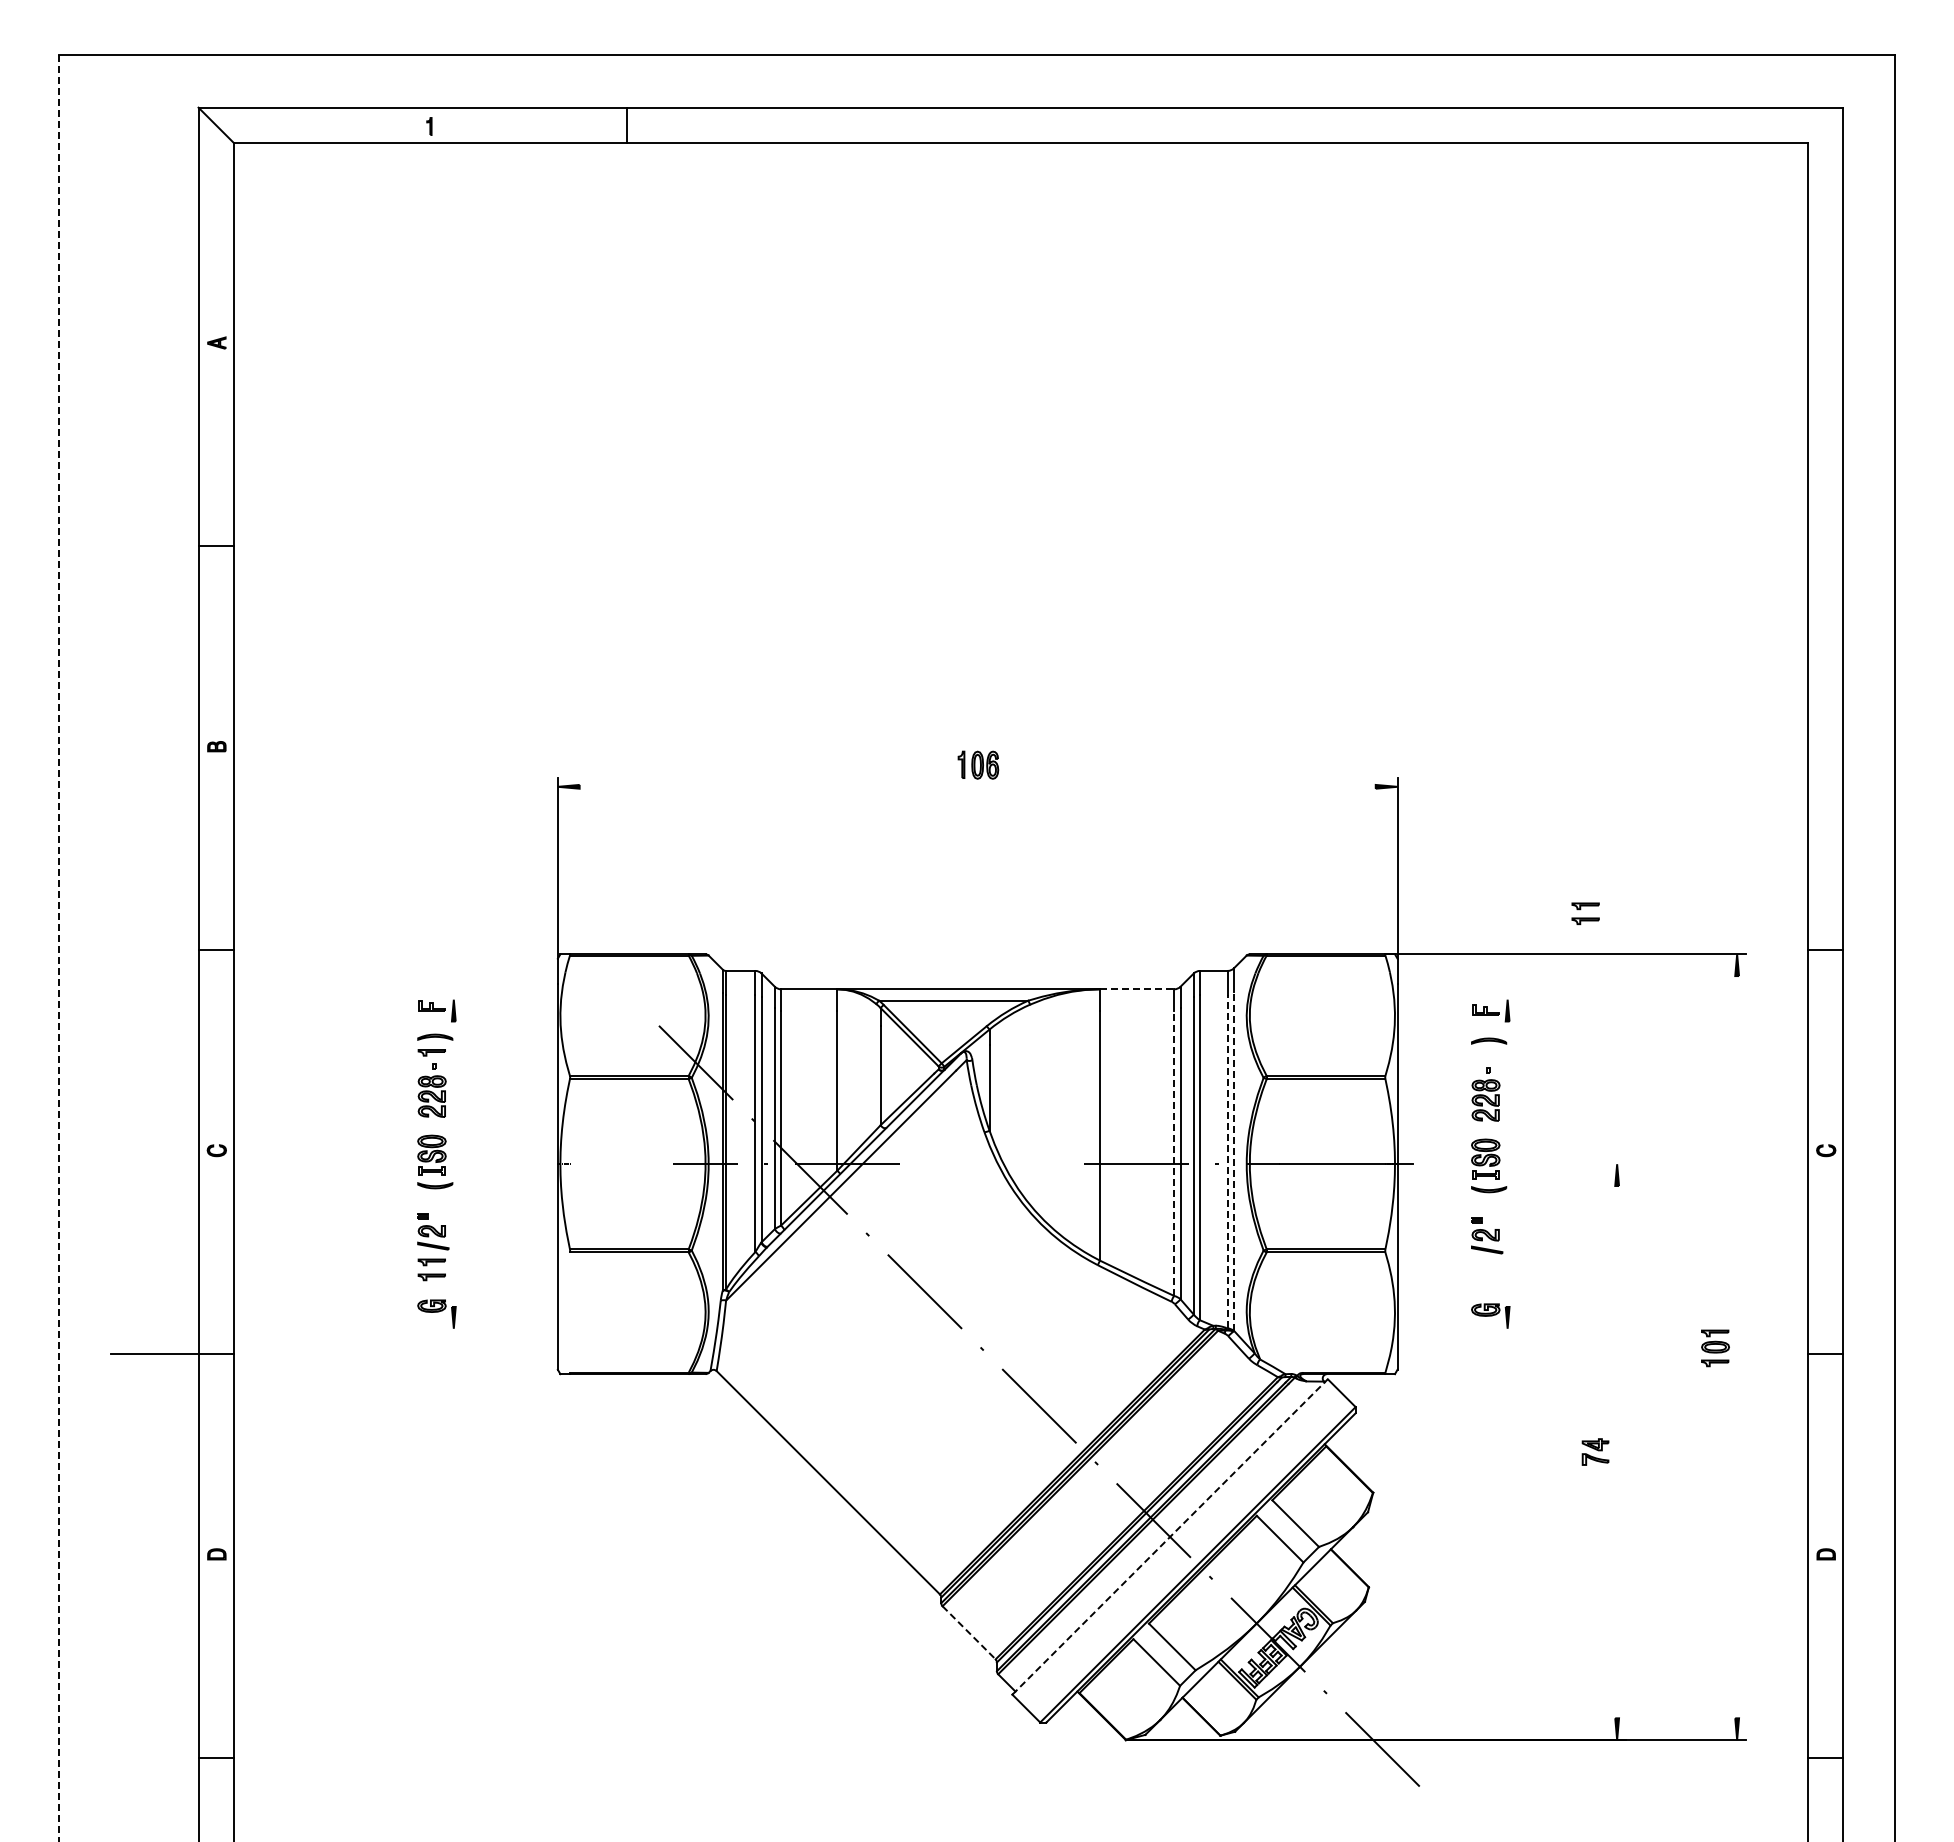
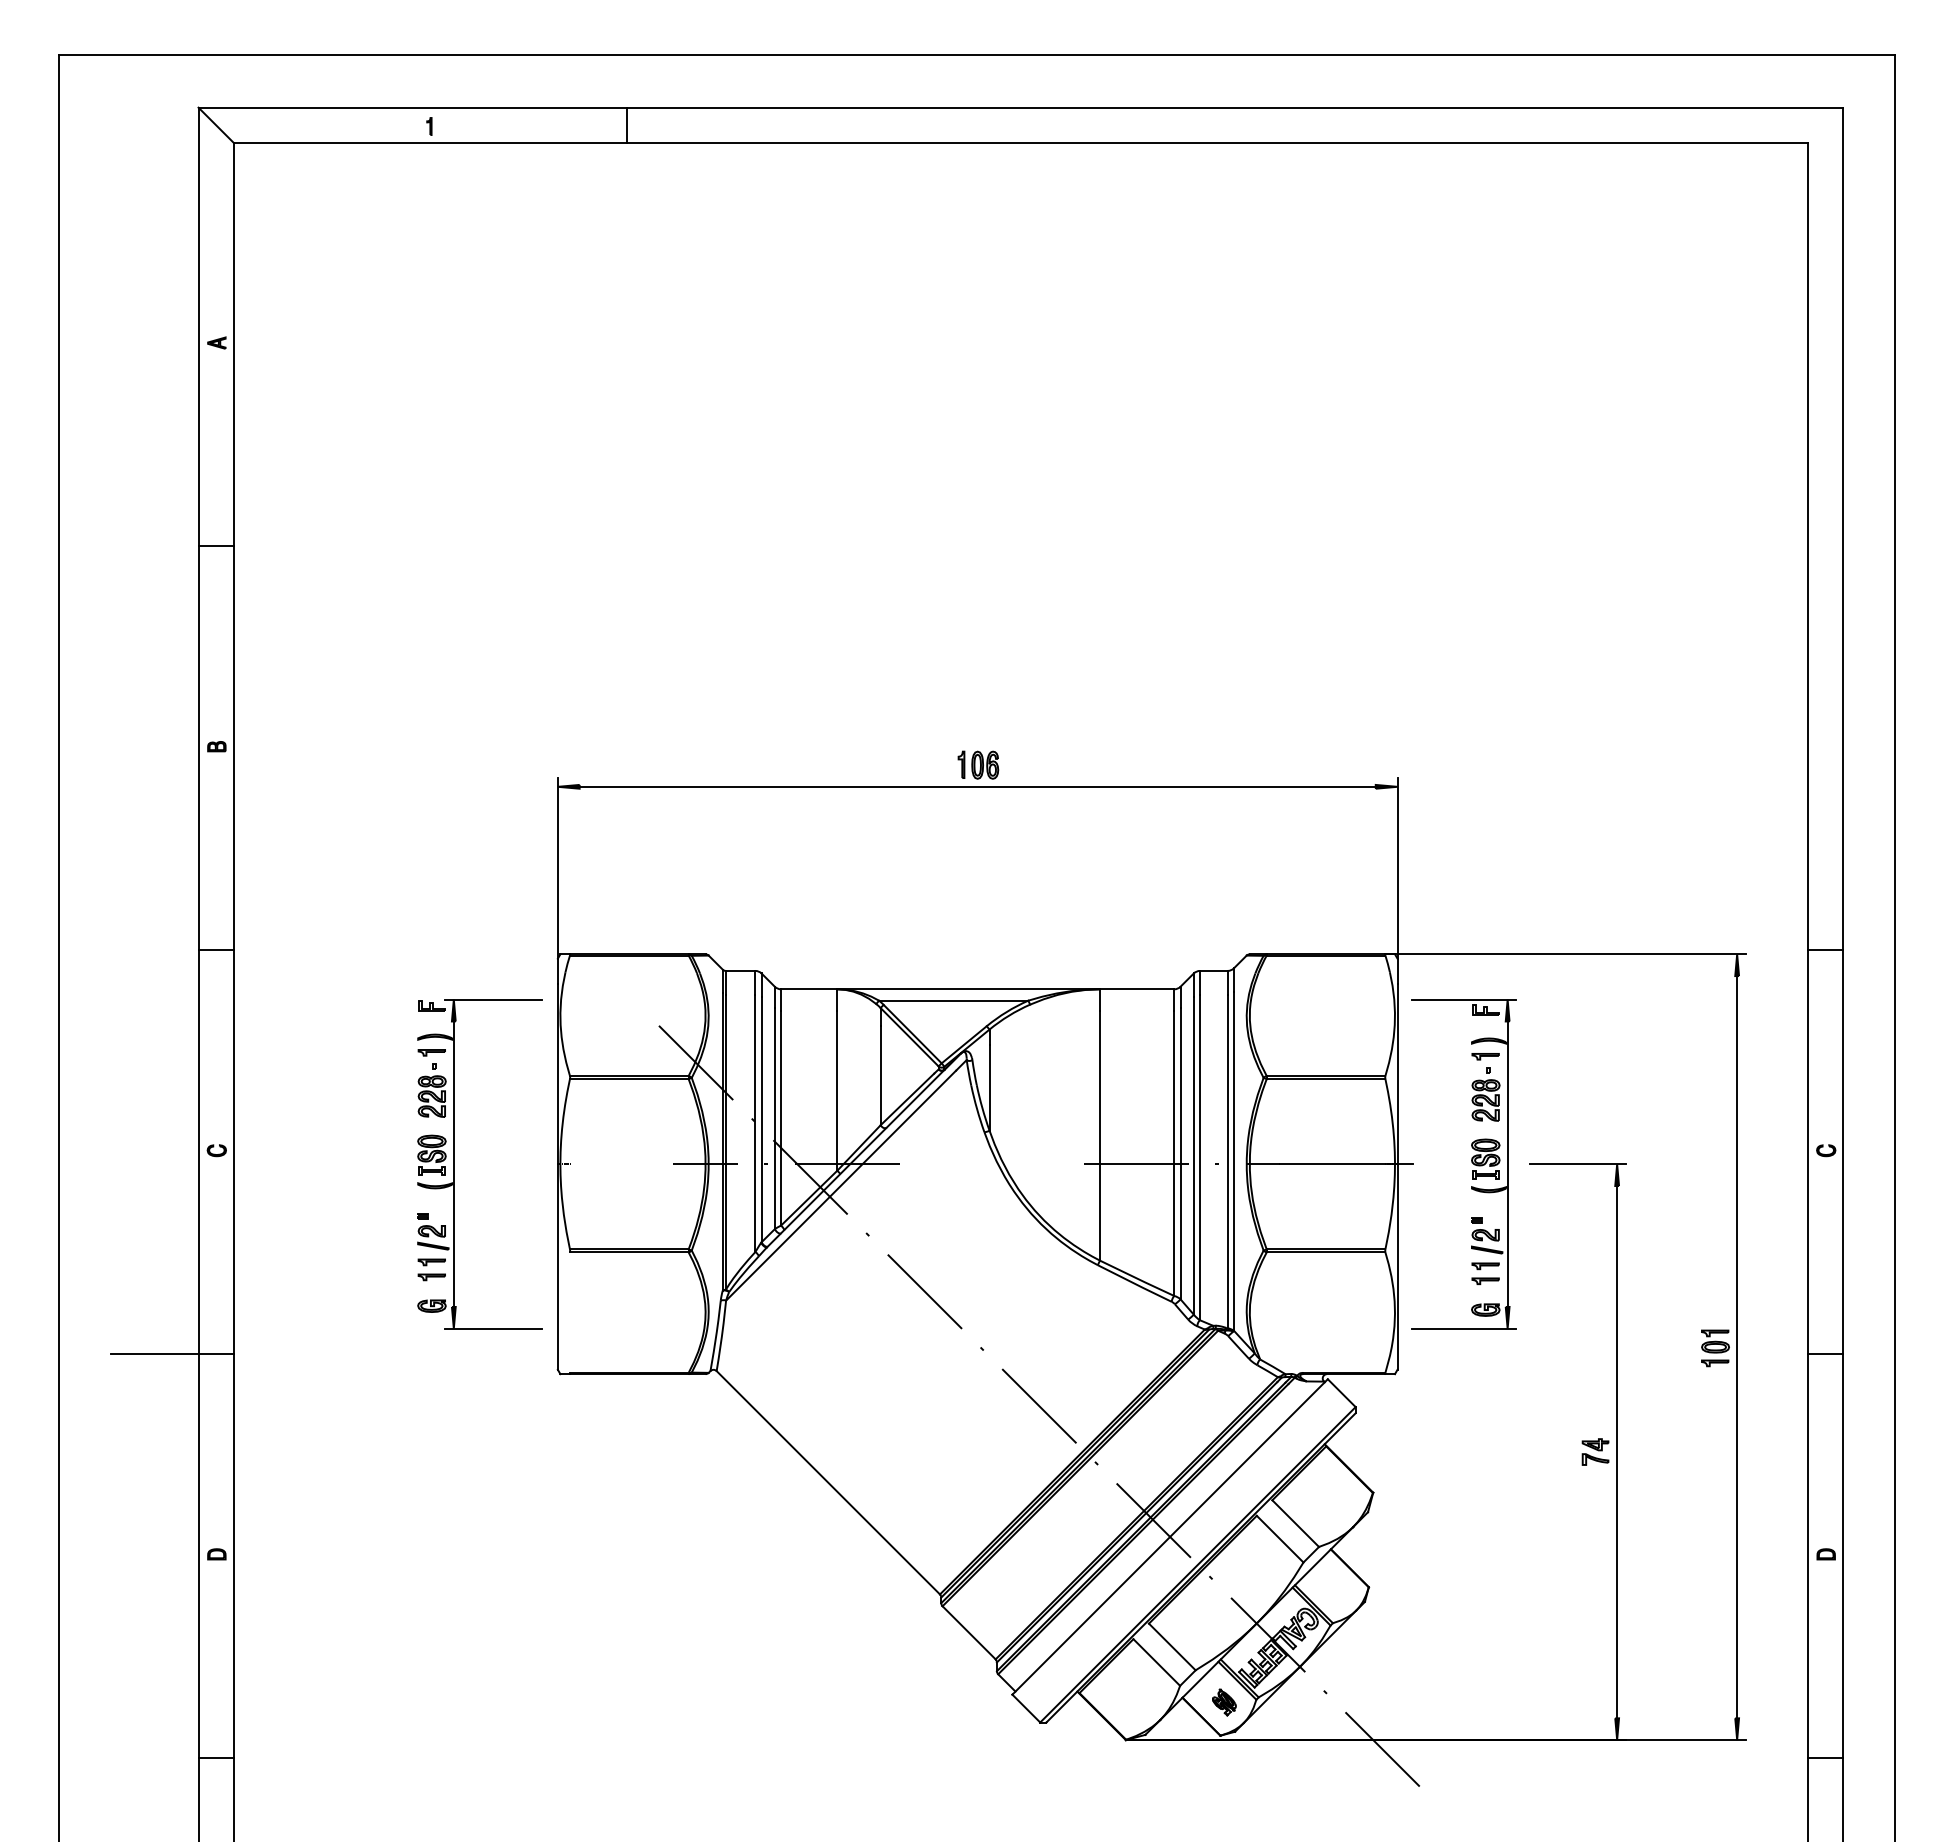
line at (977, 786): none -> present
part at (1585, 913) position: (1585, 913) -> (1485, 1273)
line at (58, 948): dashed -> solid
line at (1137, 989): dashed -> solid
line at (493, 999): none -> present
line at (1464, 999): none -> present
part at (1485, 1056): none -> present
line at (1174, 1153): dashed -> solid
line at (1227, 1161): dashed -> solid
line at (1233, 1161): dashed -> solid
line at (453, 1163): none -> present
line at (1507, 1163): none -> present
line at (1577, 1164): none -> present
line at (493, 1328): none -> present
line at (1464, 1328): none -> present
line at (1737, 1347): none -> present
line at (1617, 1452): none -> present
line at (1170, 1536): dashed -> solid
line at (969, 1632): dashed -> solid
part at (1224, 1702): none -> present
